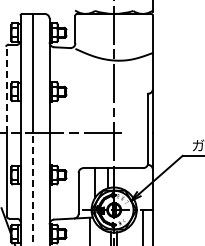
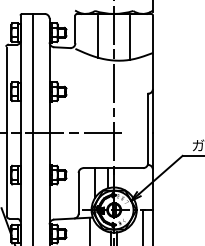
line at (98, 36): none -> present
line at (130, 37): none -> present
line at (6, 90): dashed -> solid
line at (33, 189): dashed -> solid
